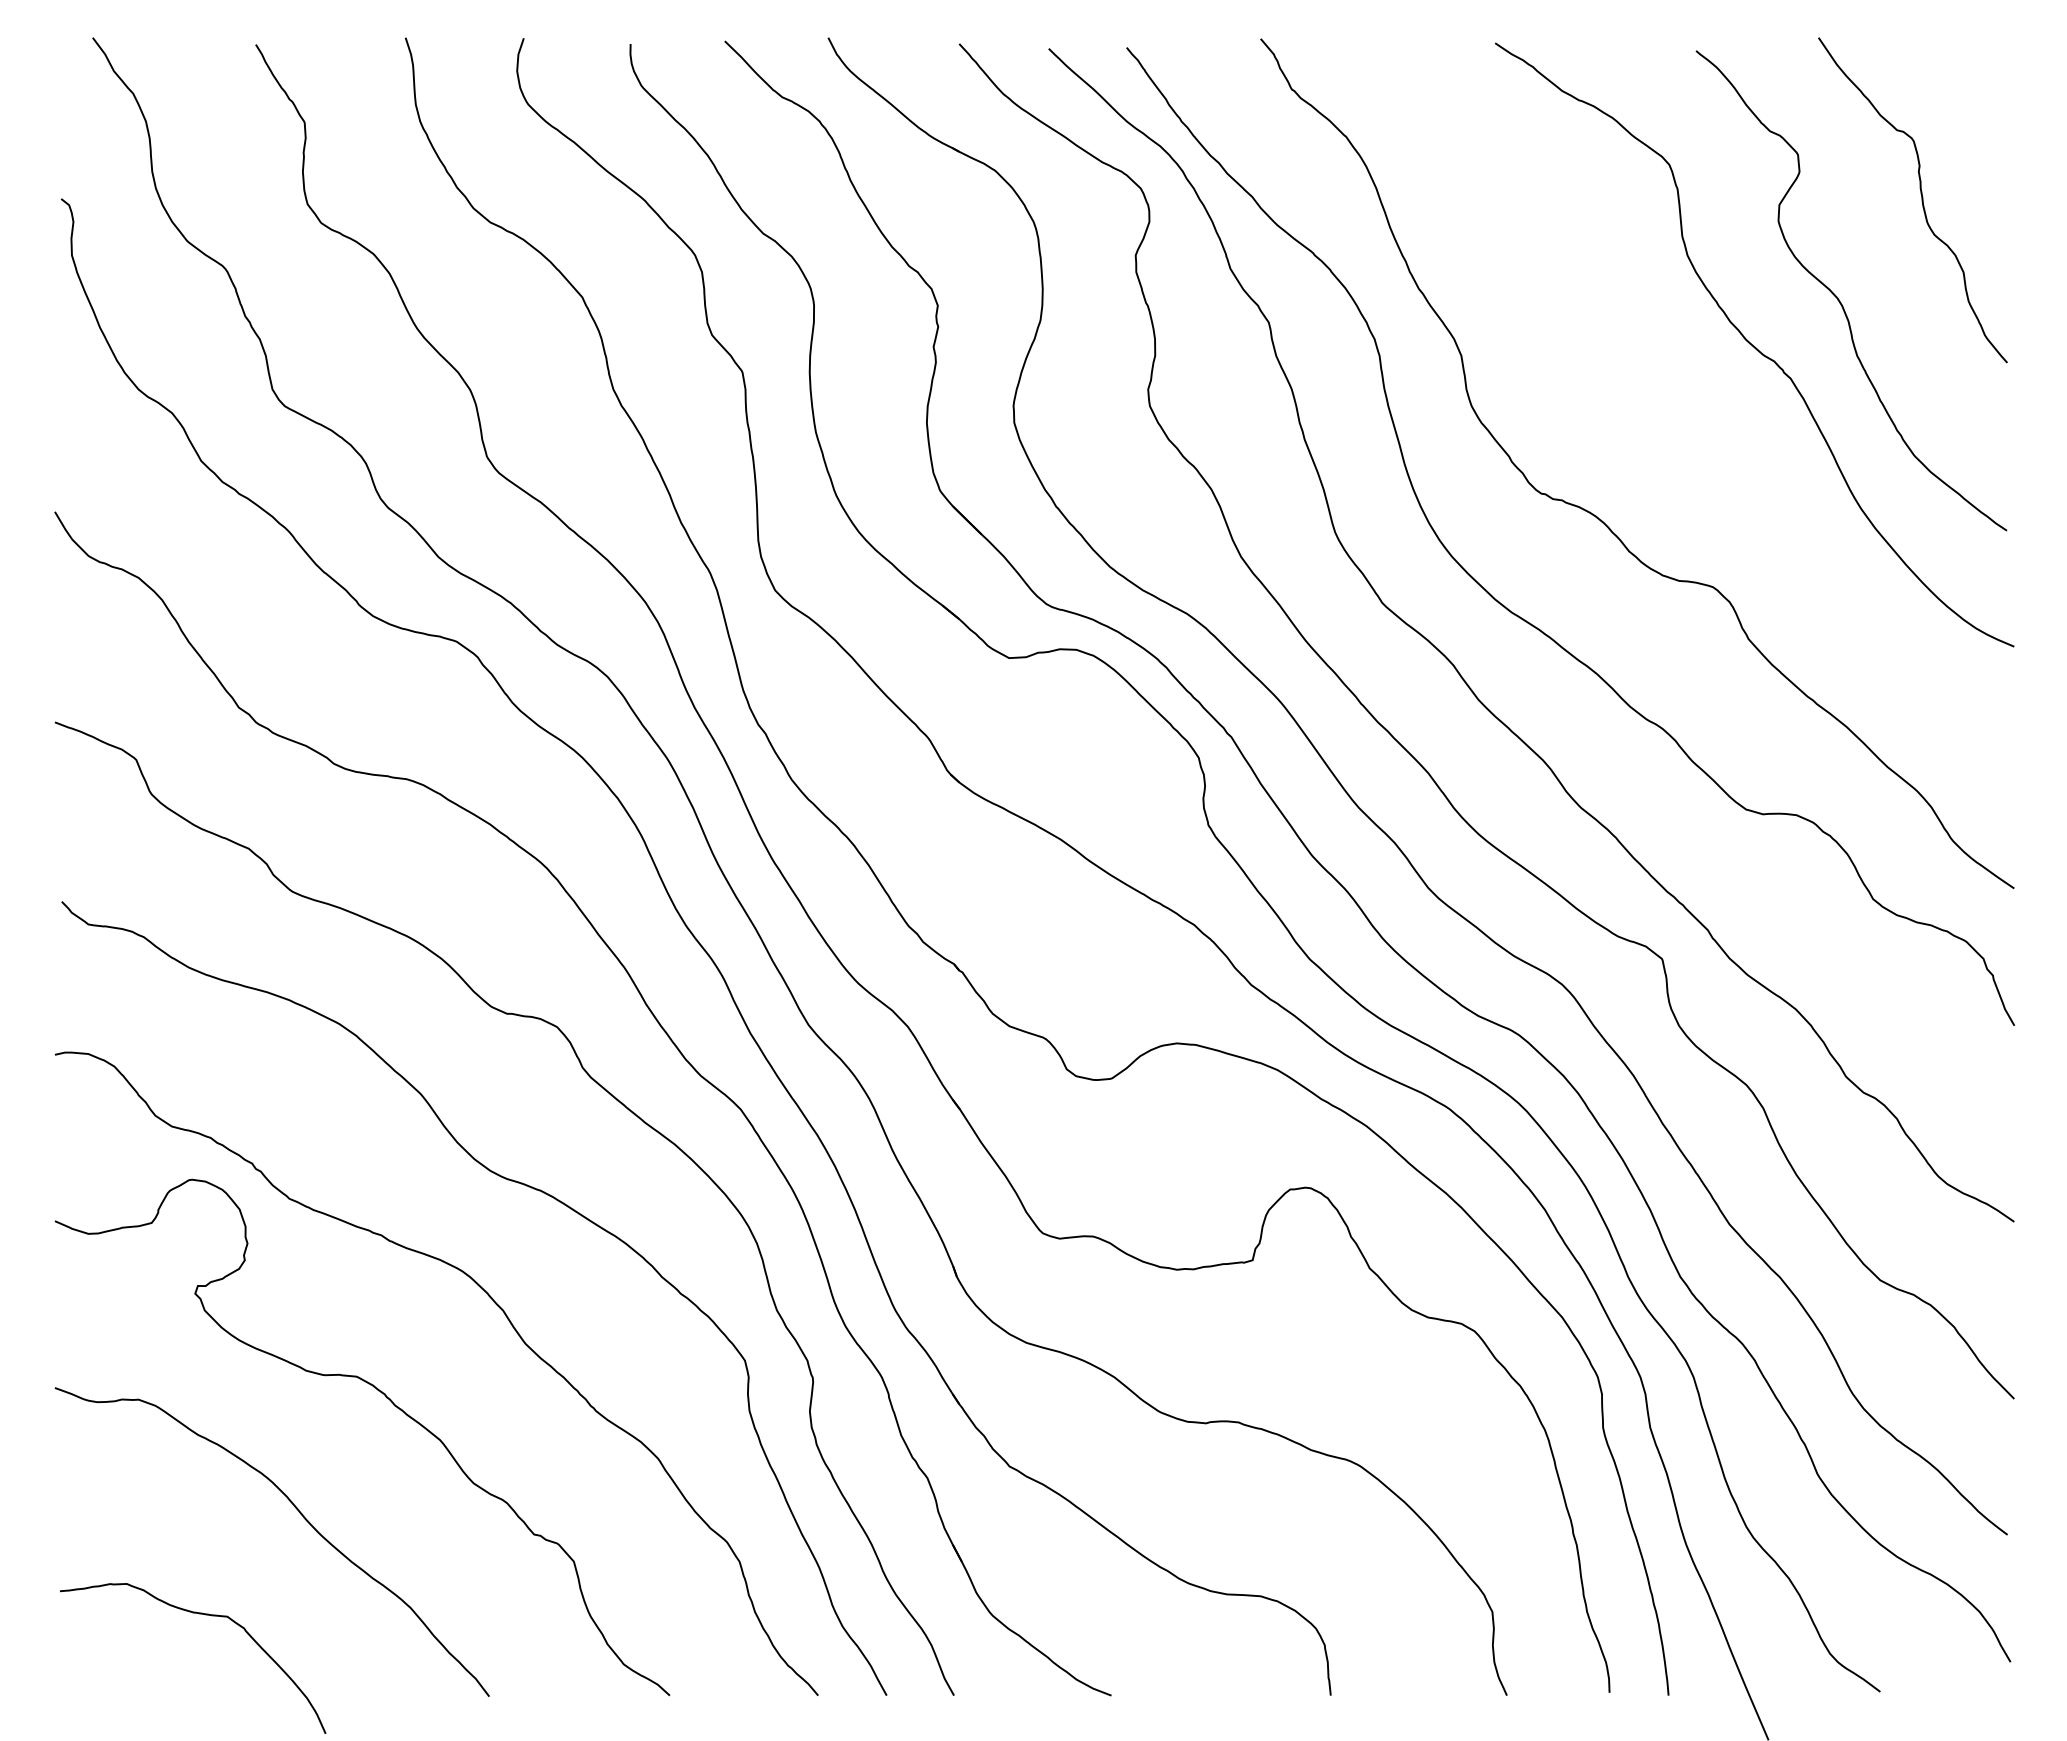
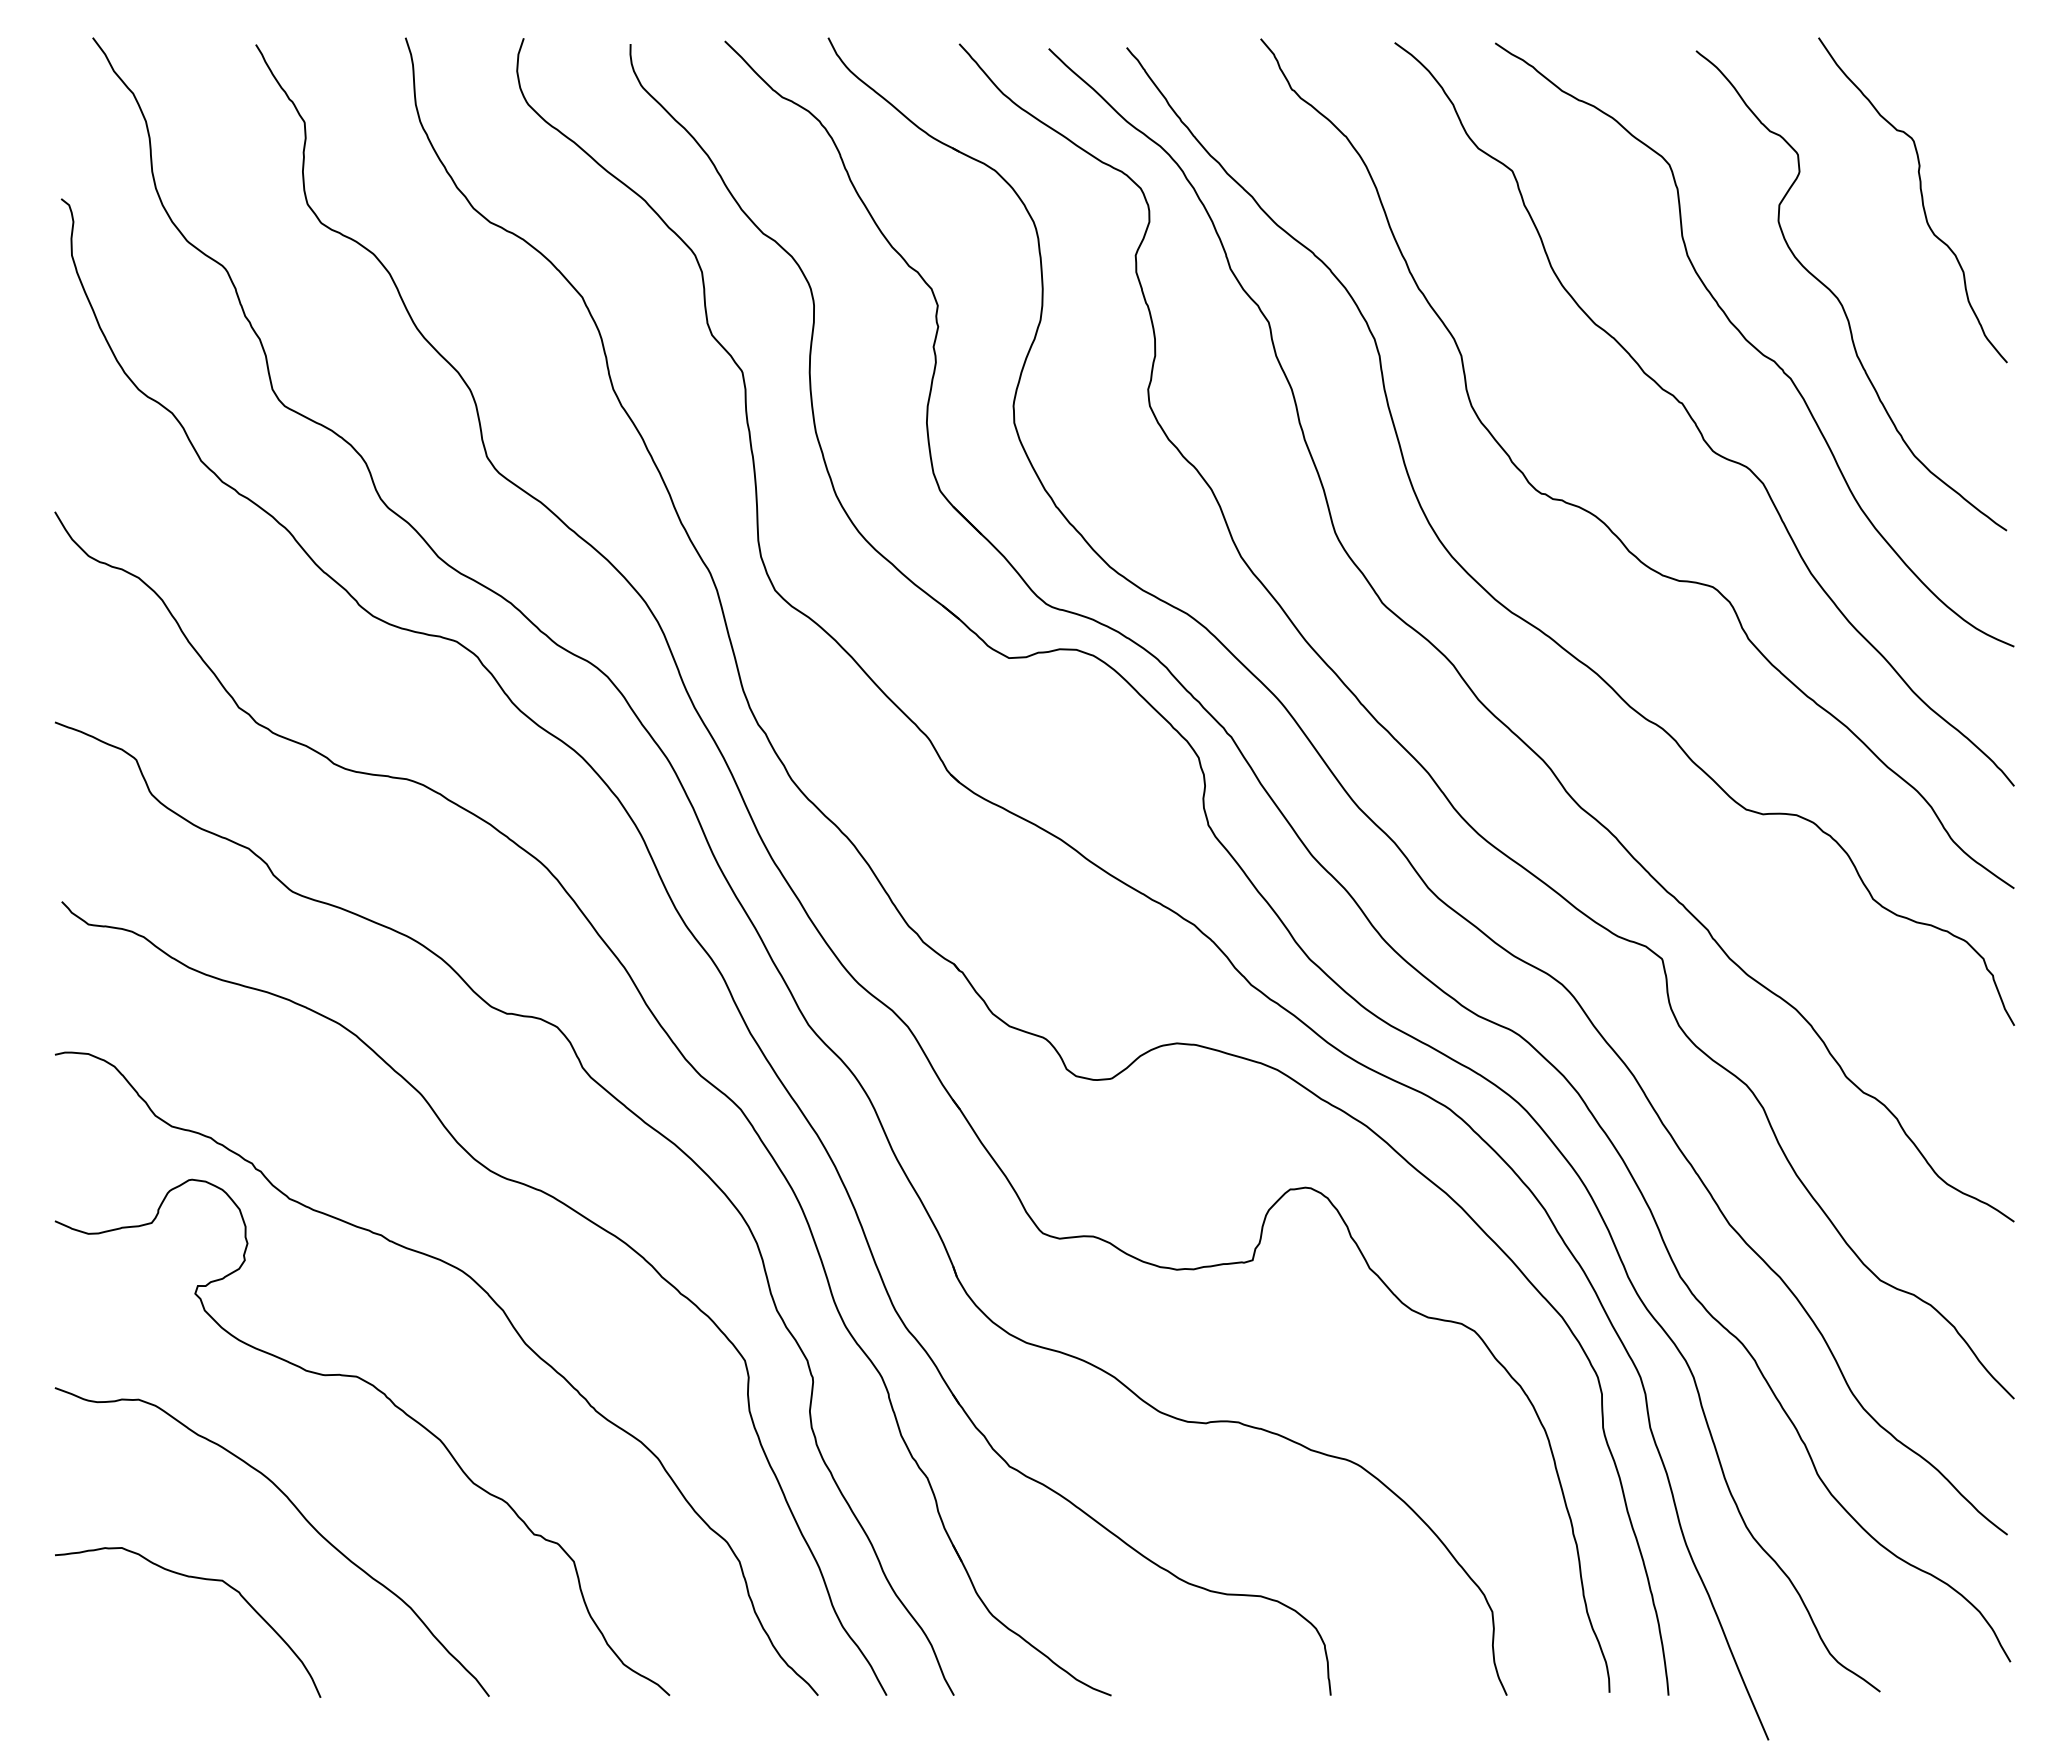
curve at (1695, 421): none -> present
curve at (199, 1614) position: (199, 1614) -> (194, 1578)
